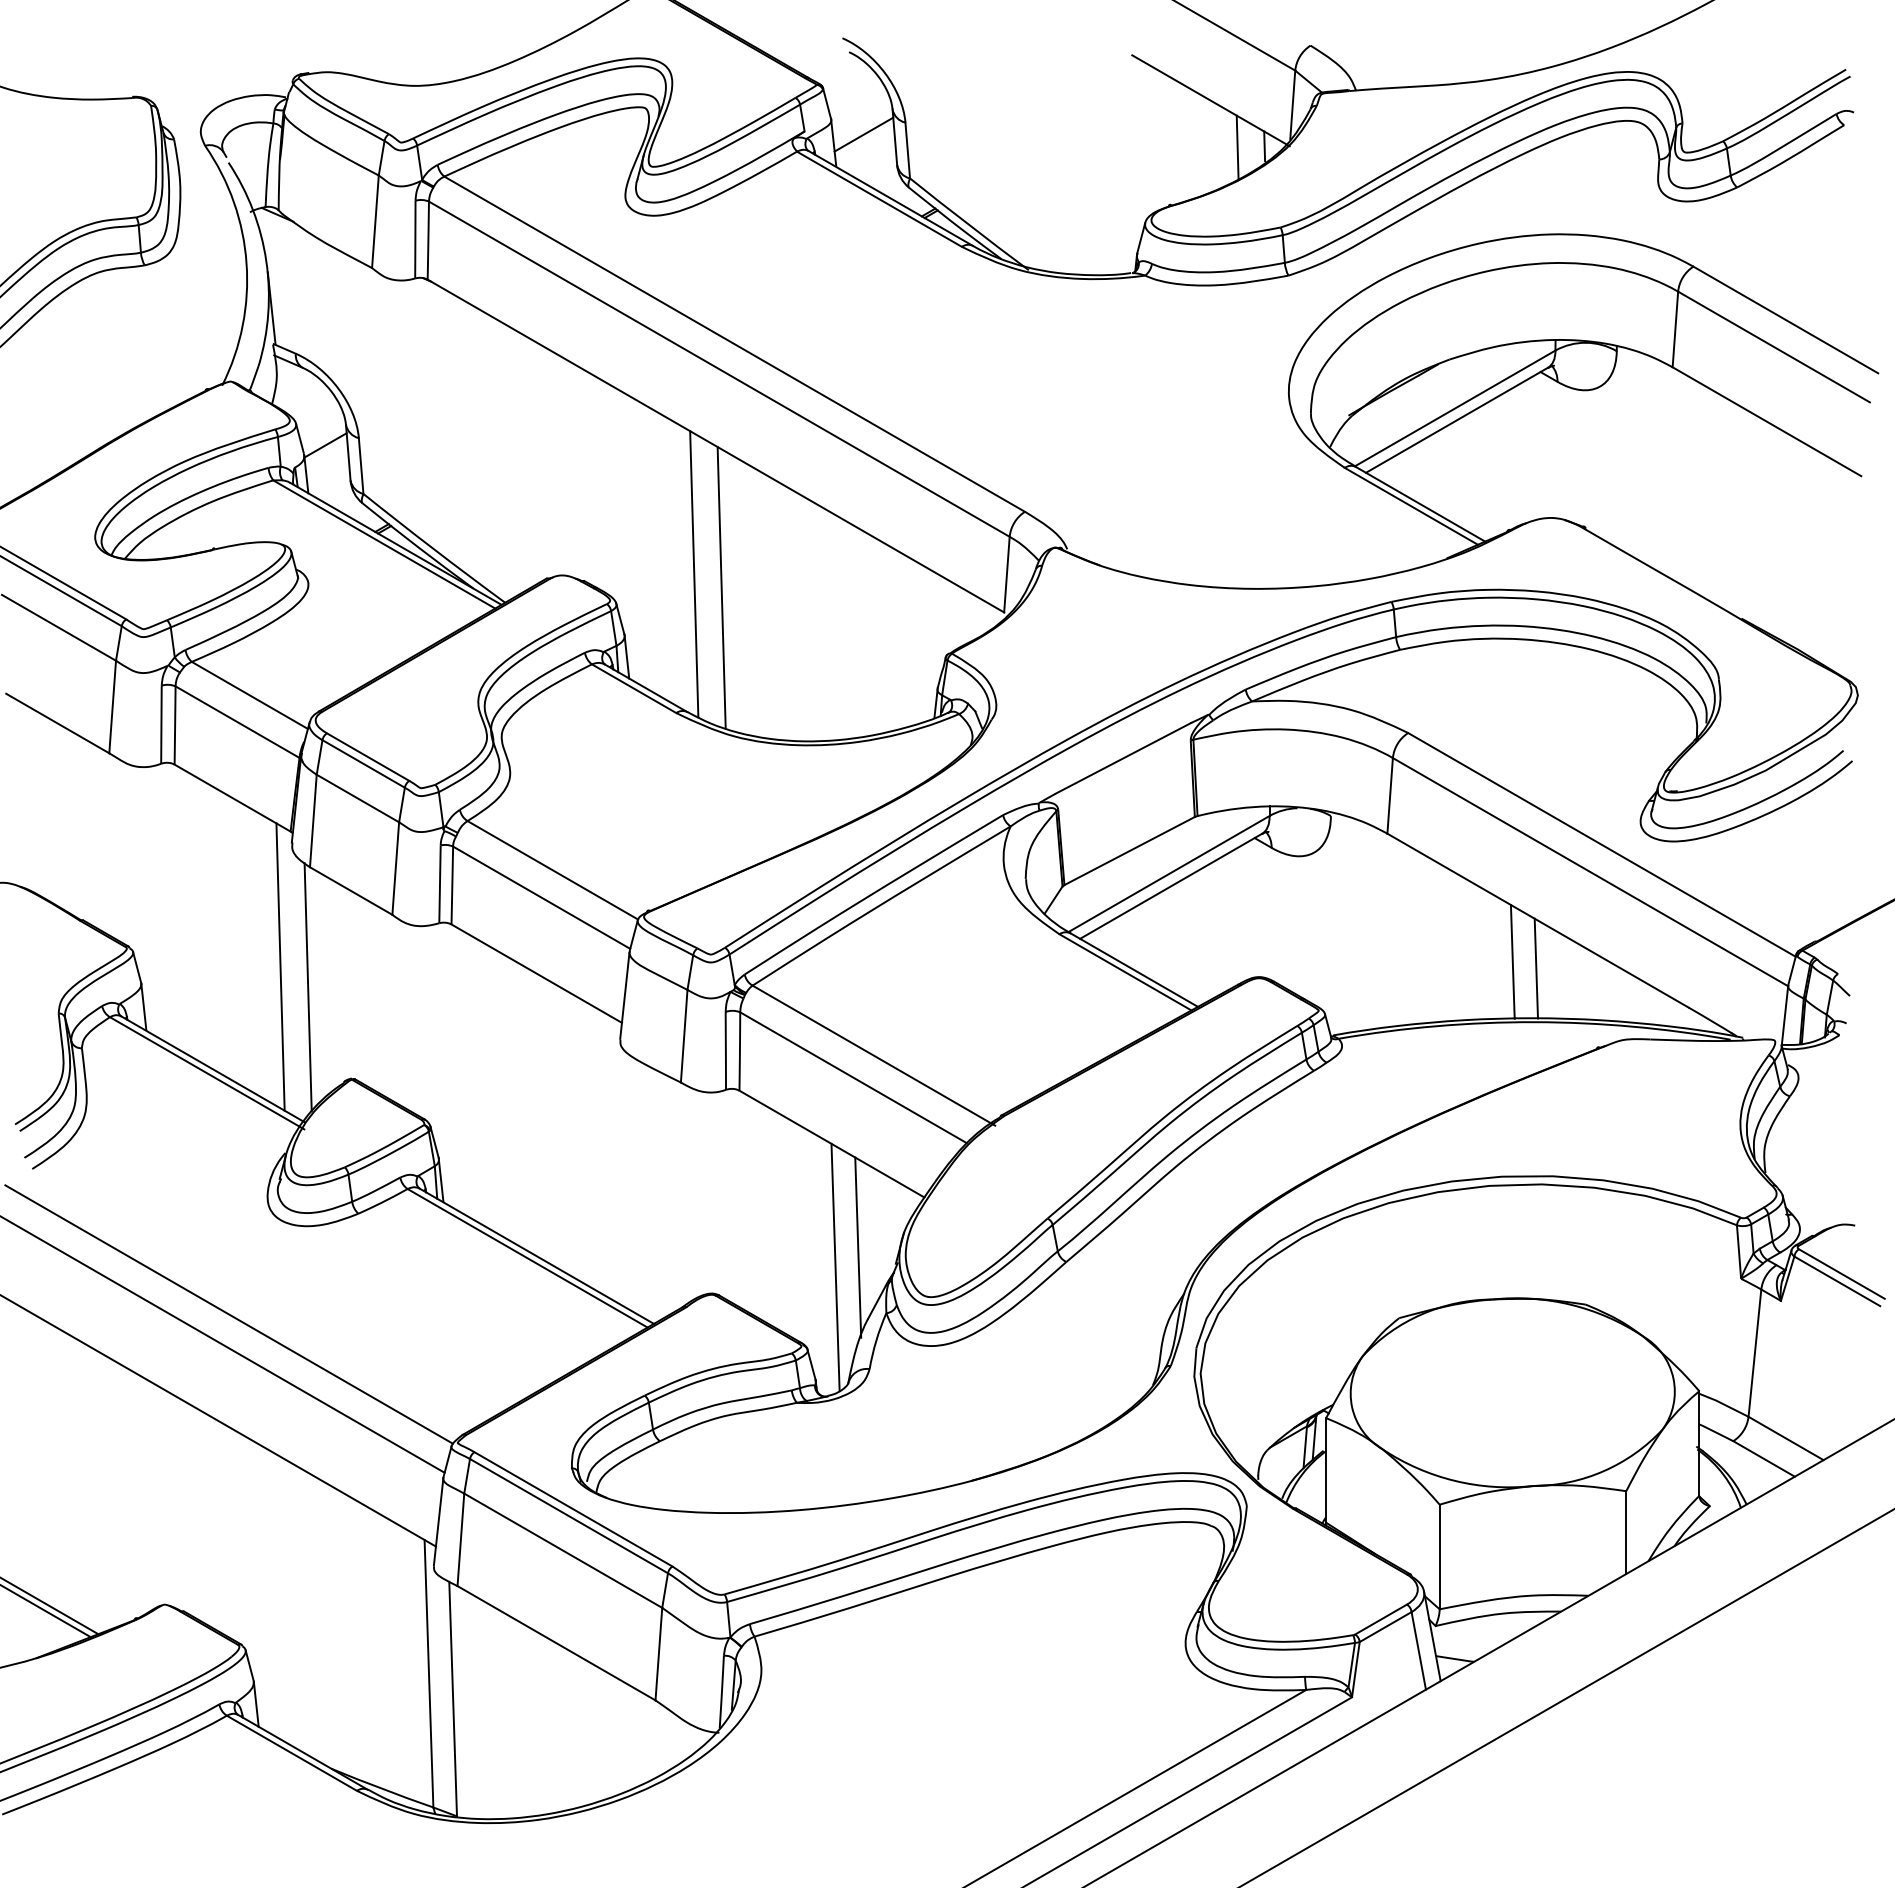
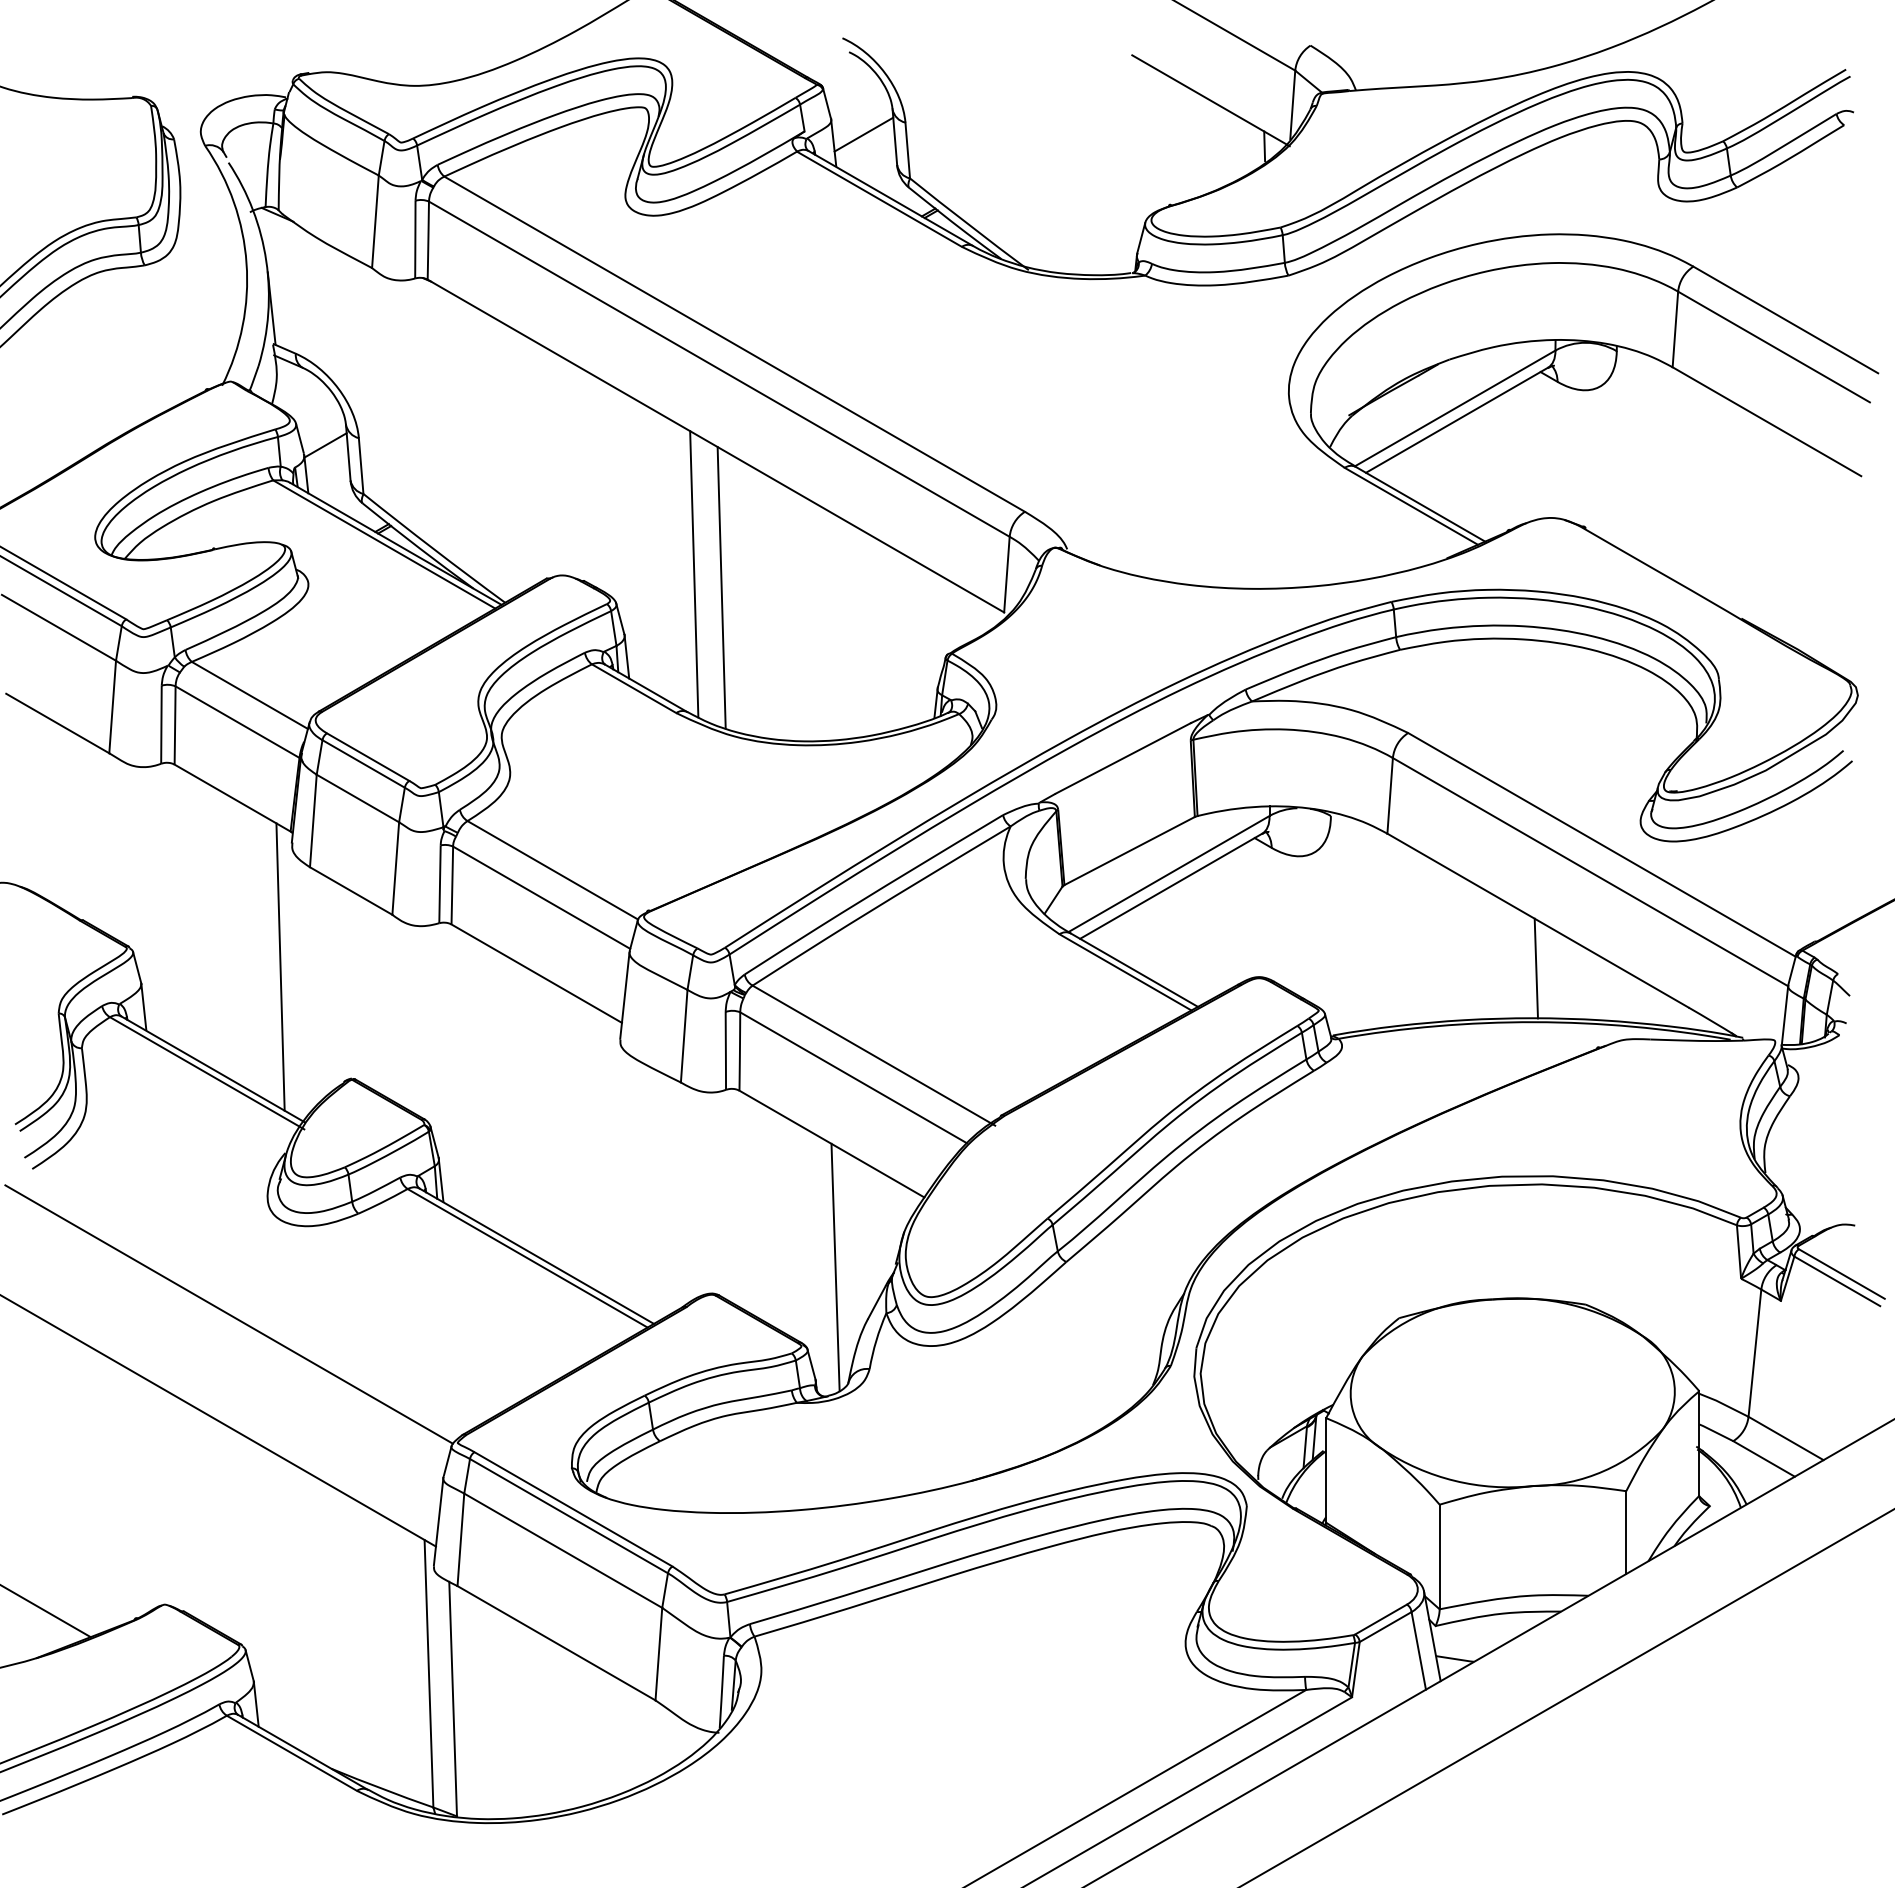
line at (1237, 147): present -> none
line at (1512, 961): present -> none
line at (307, 987): present -> none
line at (858, 1247): present -> none
line at (223, 1344): present -> none
line at (50, 1606): present -> none
